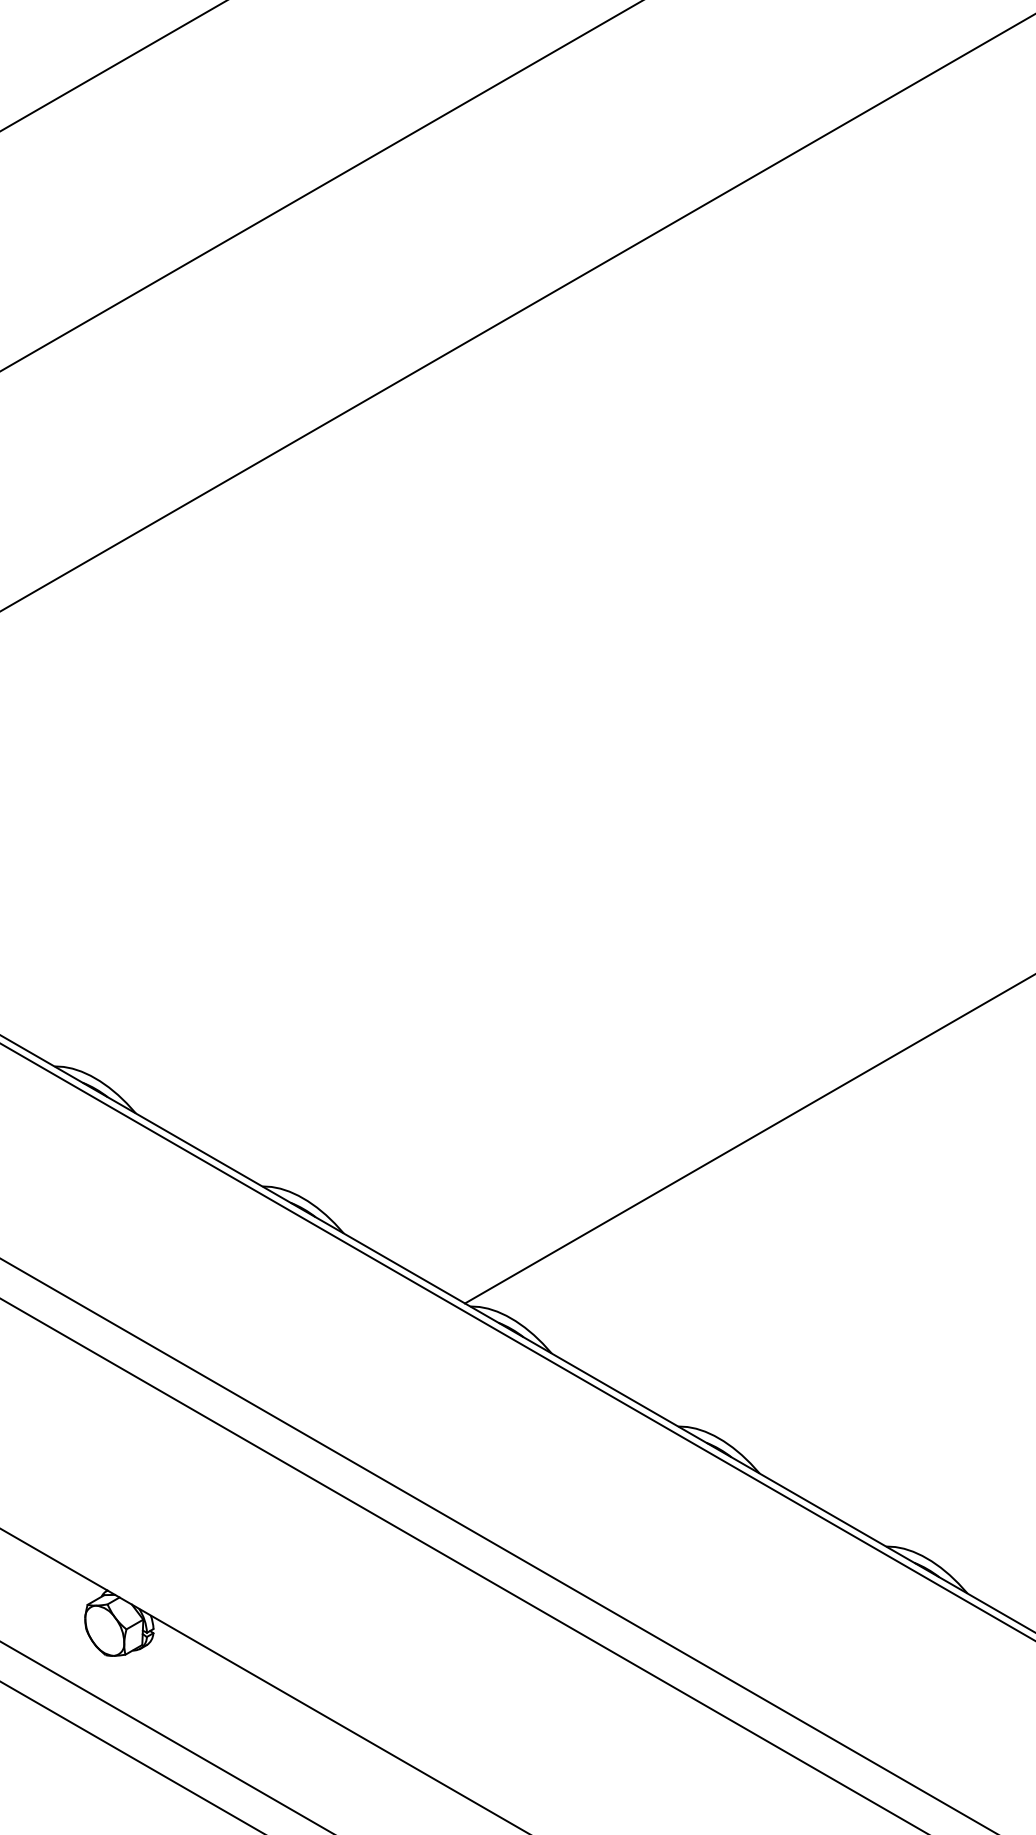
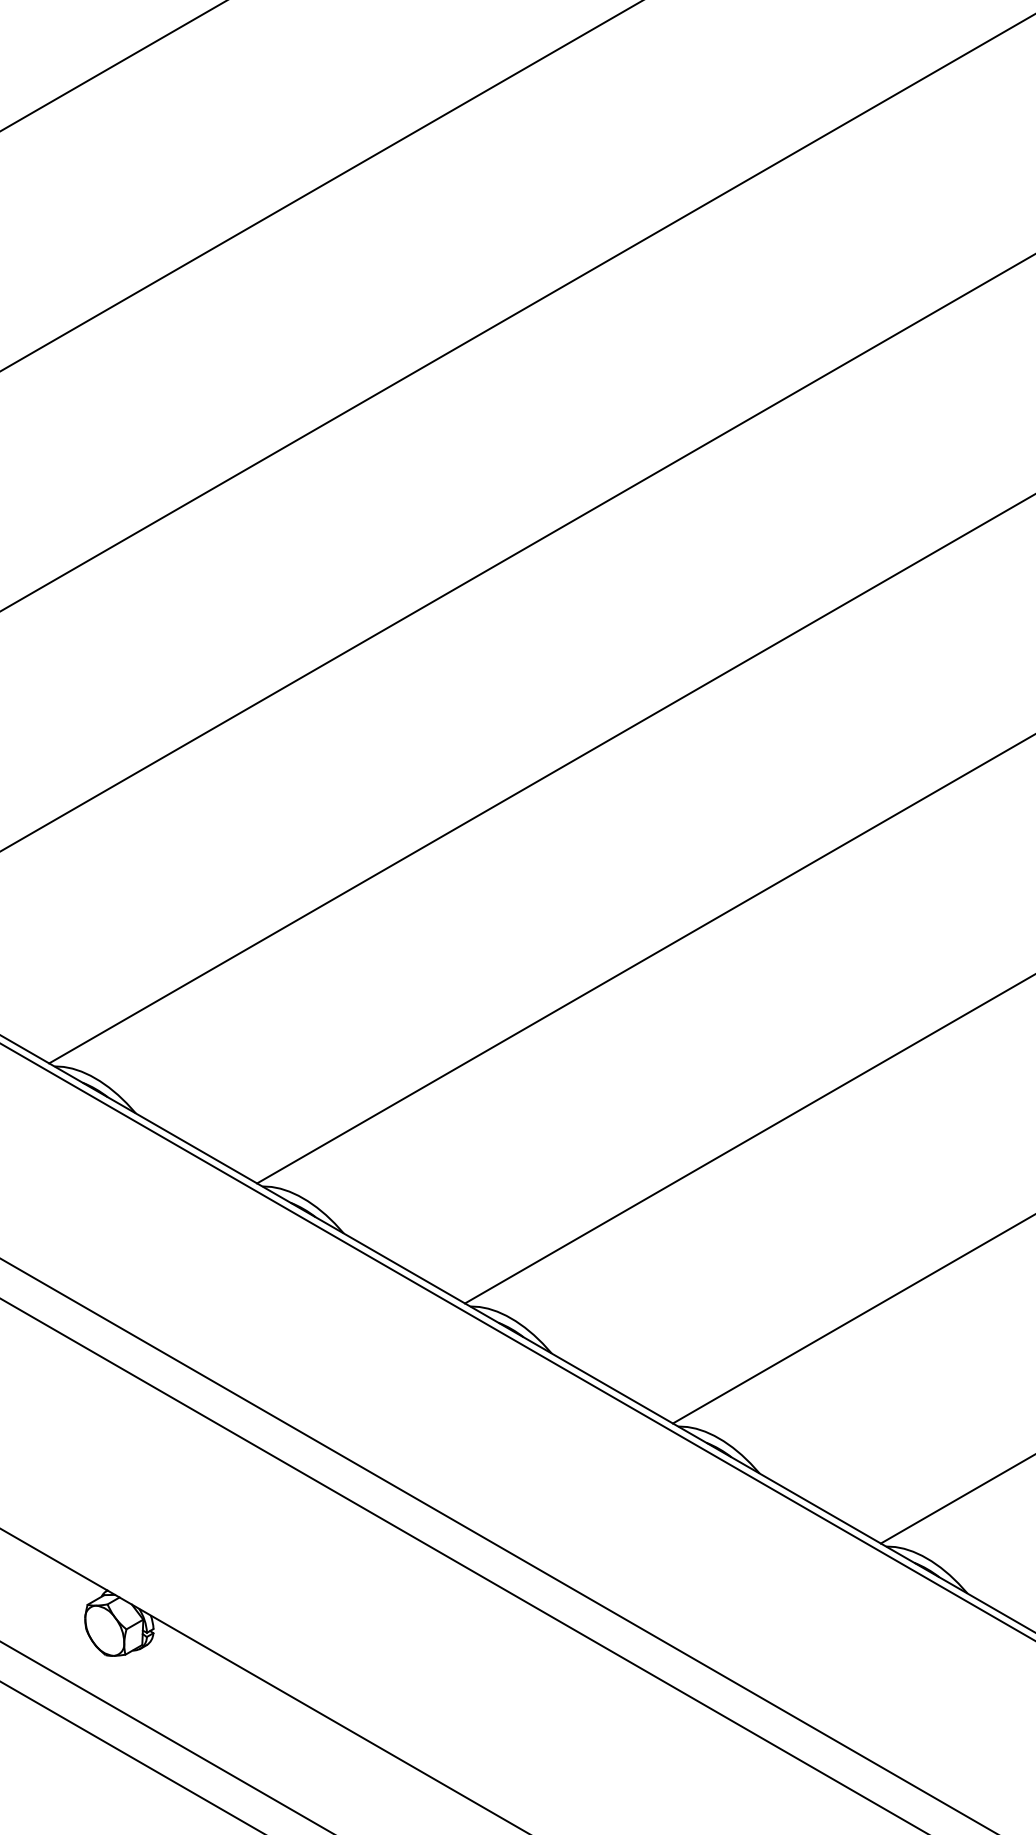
line at (517, 552): none -> present
line at (540, 779): none -> present
line at (644, 959): none -> present
line at (852, 1319): none -> present
line at (956, 1499): none -> present
